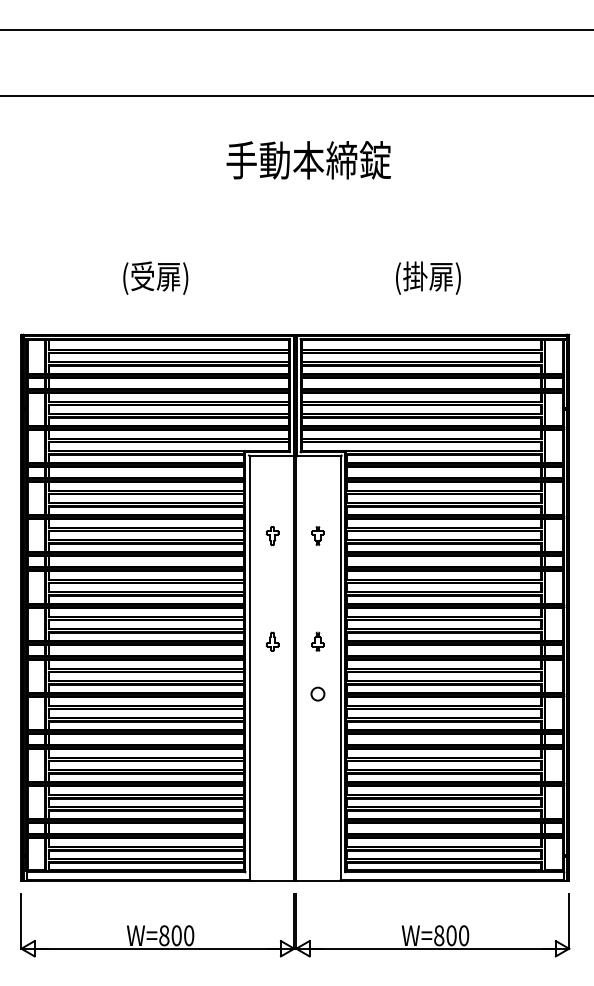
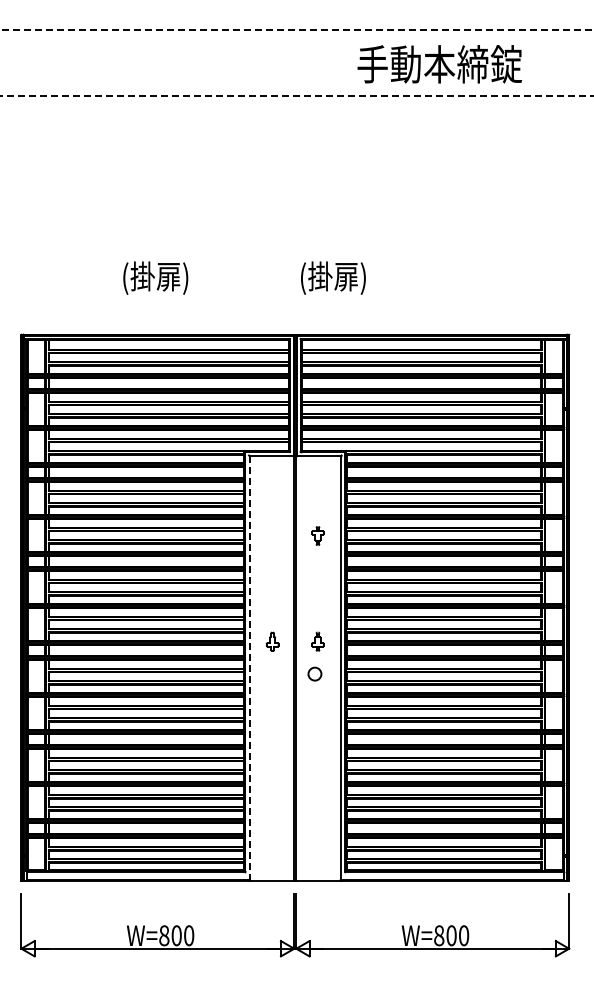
line at (296, 29): solid -> dashed
line at (297, 96): solid -> dashed
text at (308, 160) position: (308, 160) -> (439, 64)
text at (142, 276): (受扉) -> (掛扉)
text at (428, 277) position: (428, 277) -> (333, 277)
part at (272, 536): present -> none
line at (249, 667): solid -> dashed
circle at (317, 693) position: (317, 693) -> (314, 673)
